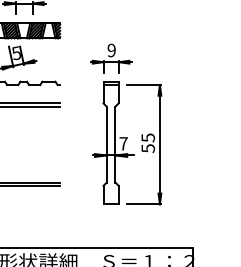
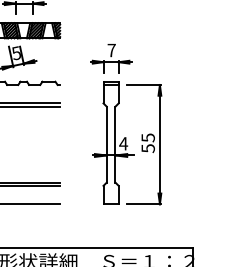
text at (111, 50): 9 -> 7
text at (123, 143): 7 -> 4
line at (31, 204): none -> present
